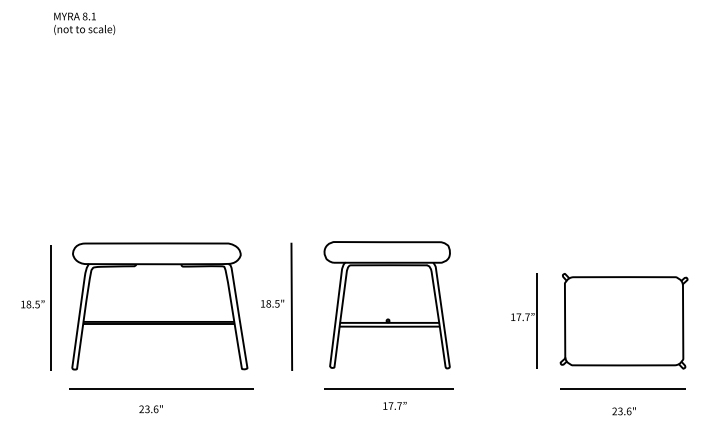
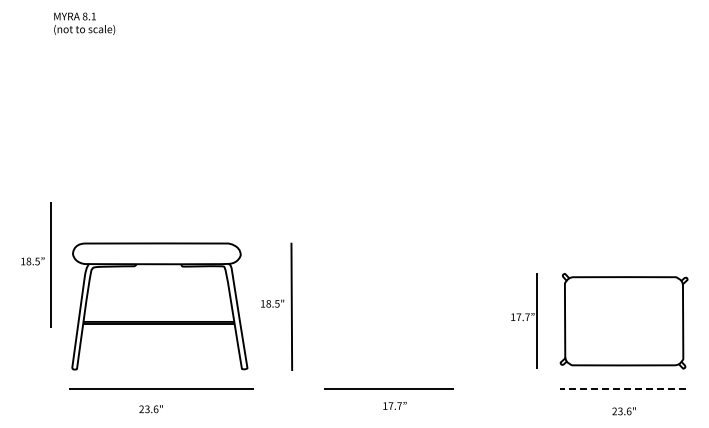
part at (386, 305): present -> none
part at (36, 307) position: (36, 307) -> (36, 264)
line at (622, 389): solid -> dashed
